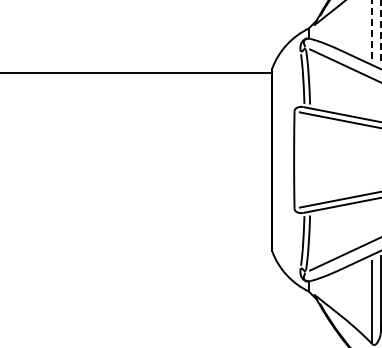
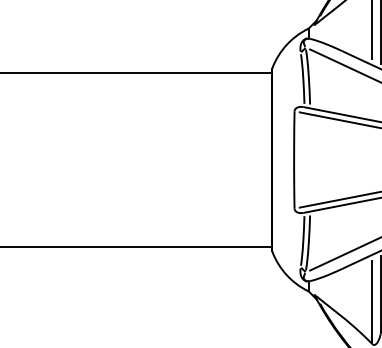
line at (372, 29): dashed -> solid
line at (380, 31): dashed -> solid
line at (137, 247): none -> present
